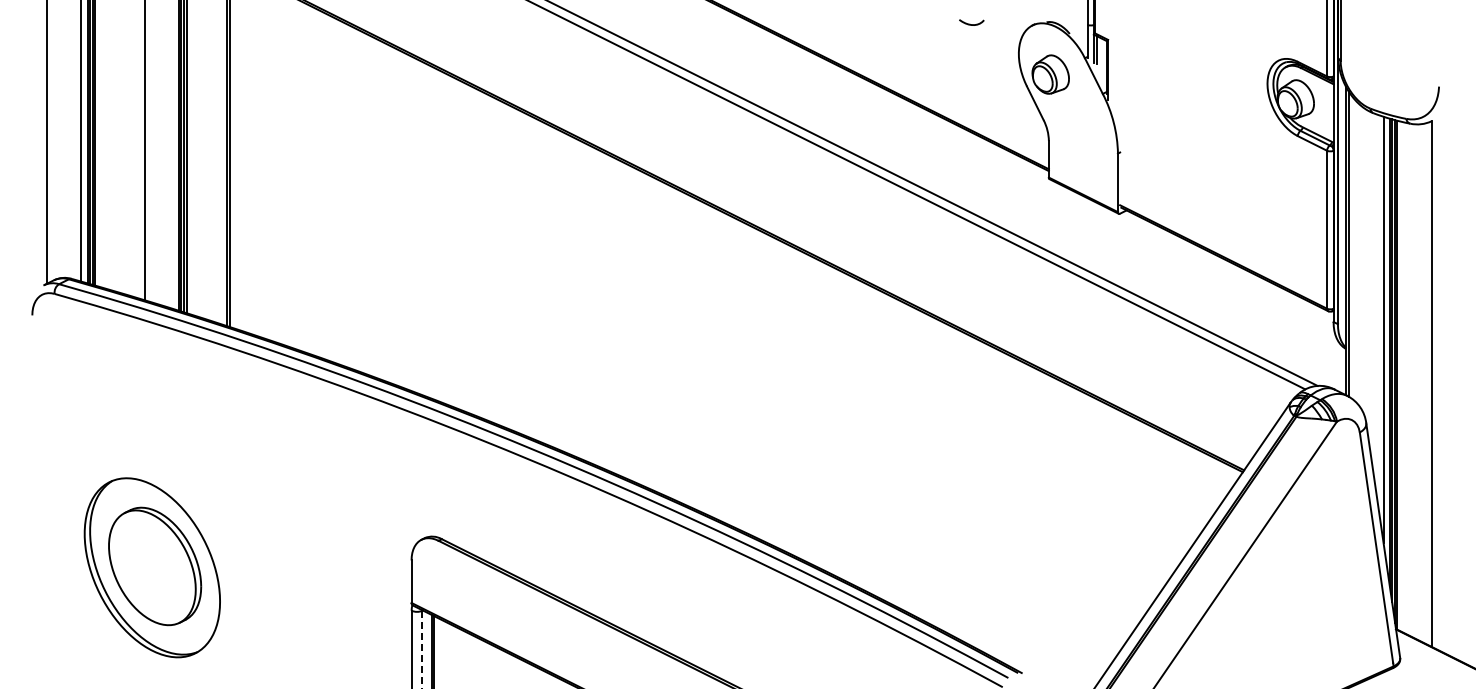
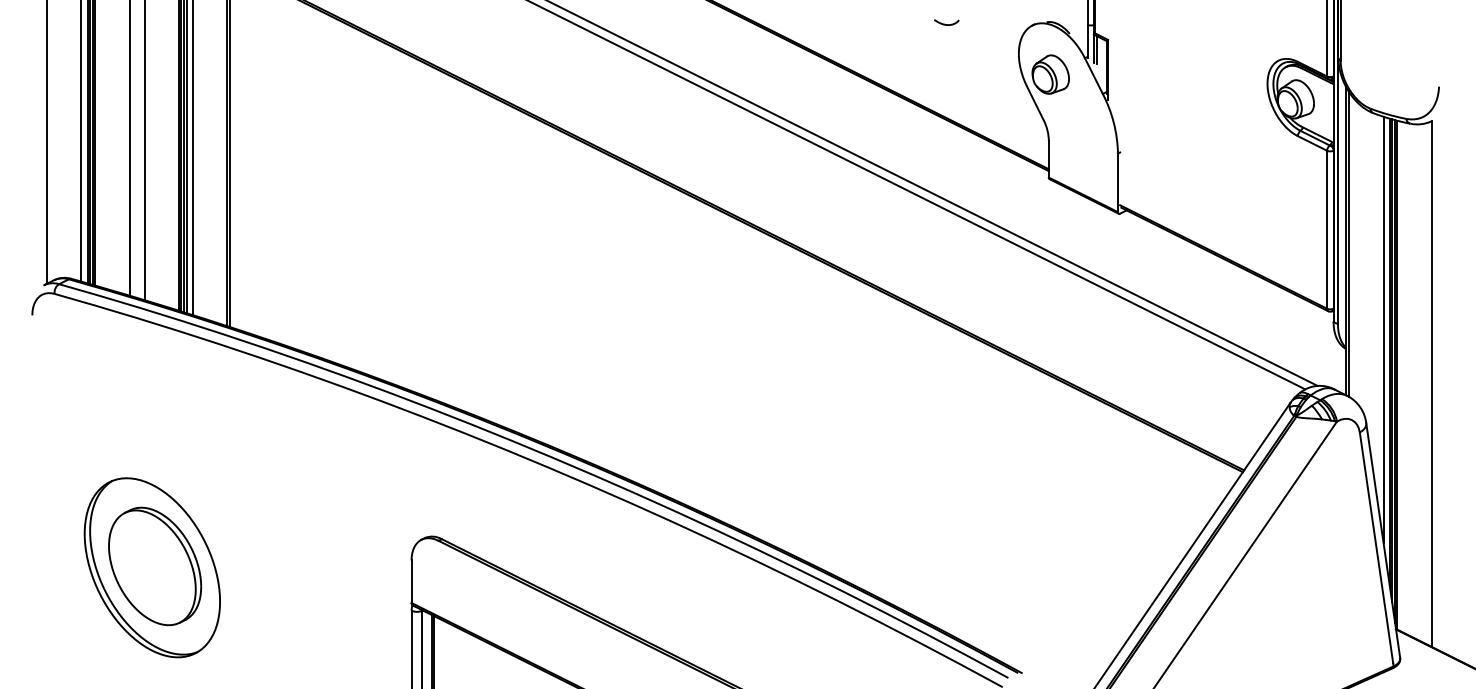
curve at (970, 23) position: (970, 23) -> (945, 23)
line at (129, 148): none -> present
line at (192, 158): none -> present
line at (422, 649): dashed -> solid
